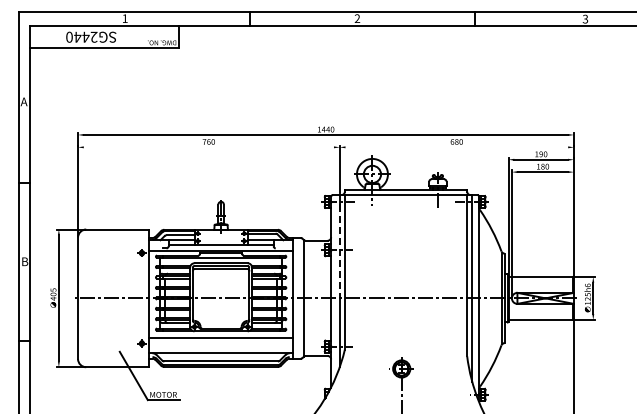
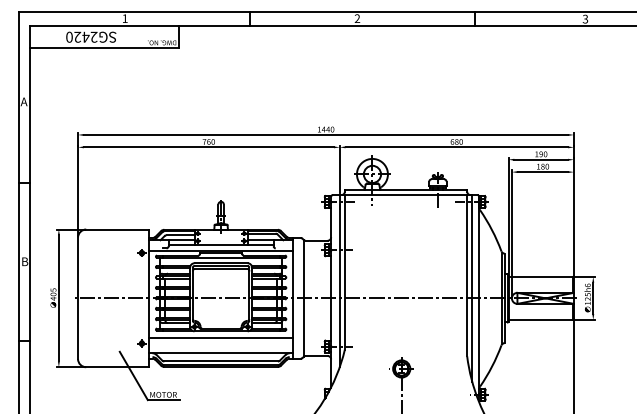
text at (77, 36): SG2440 -> SG2420
line at (208, 147): none -> present
line at (456, 147): none -> present
line at (339, 252): dashed -> solid
